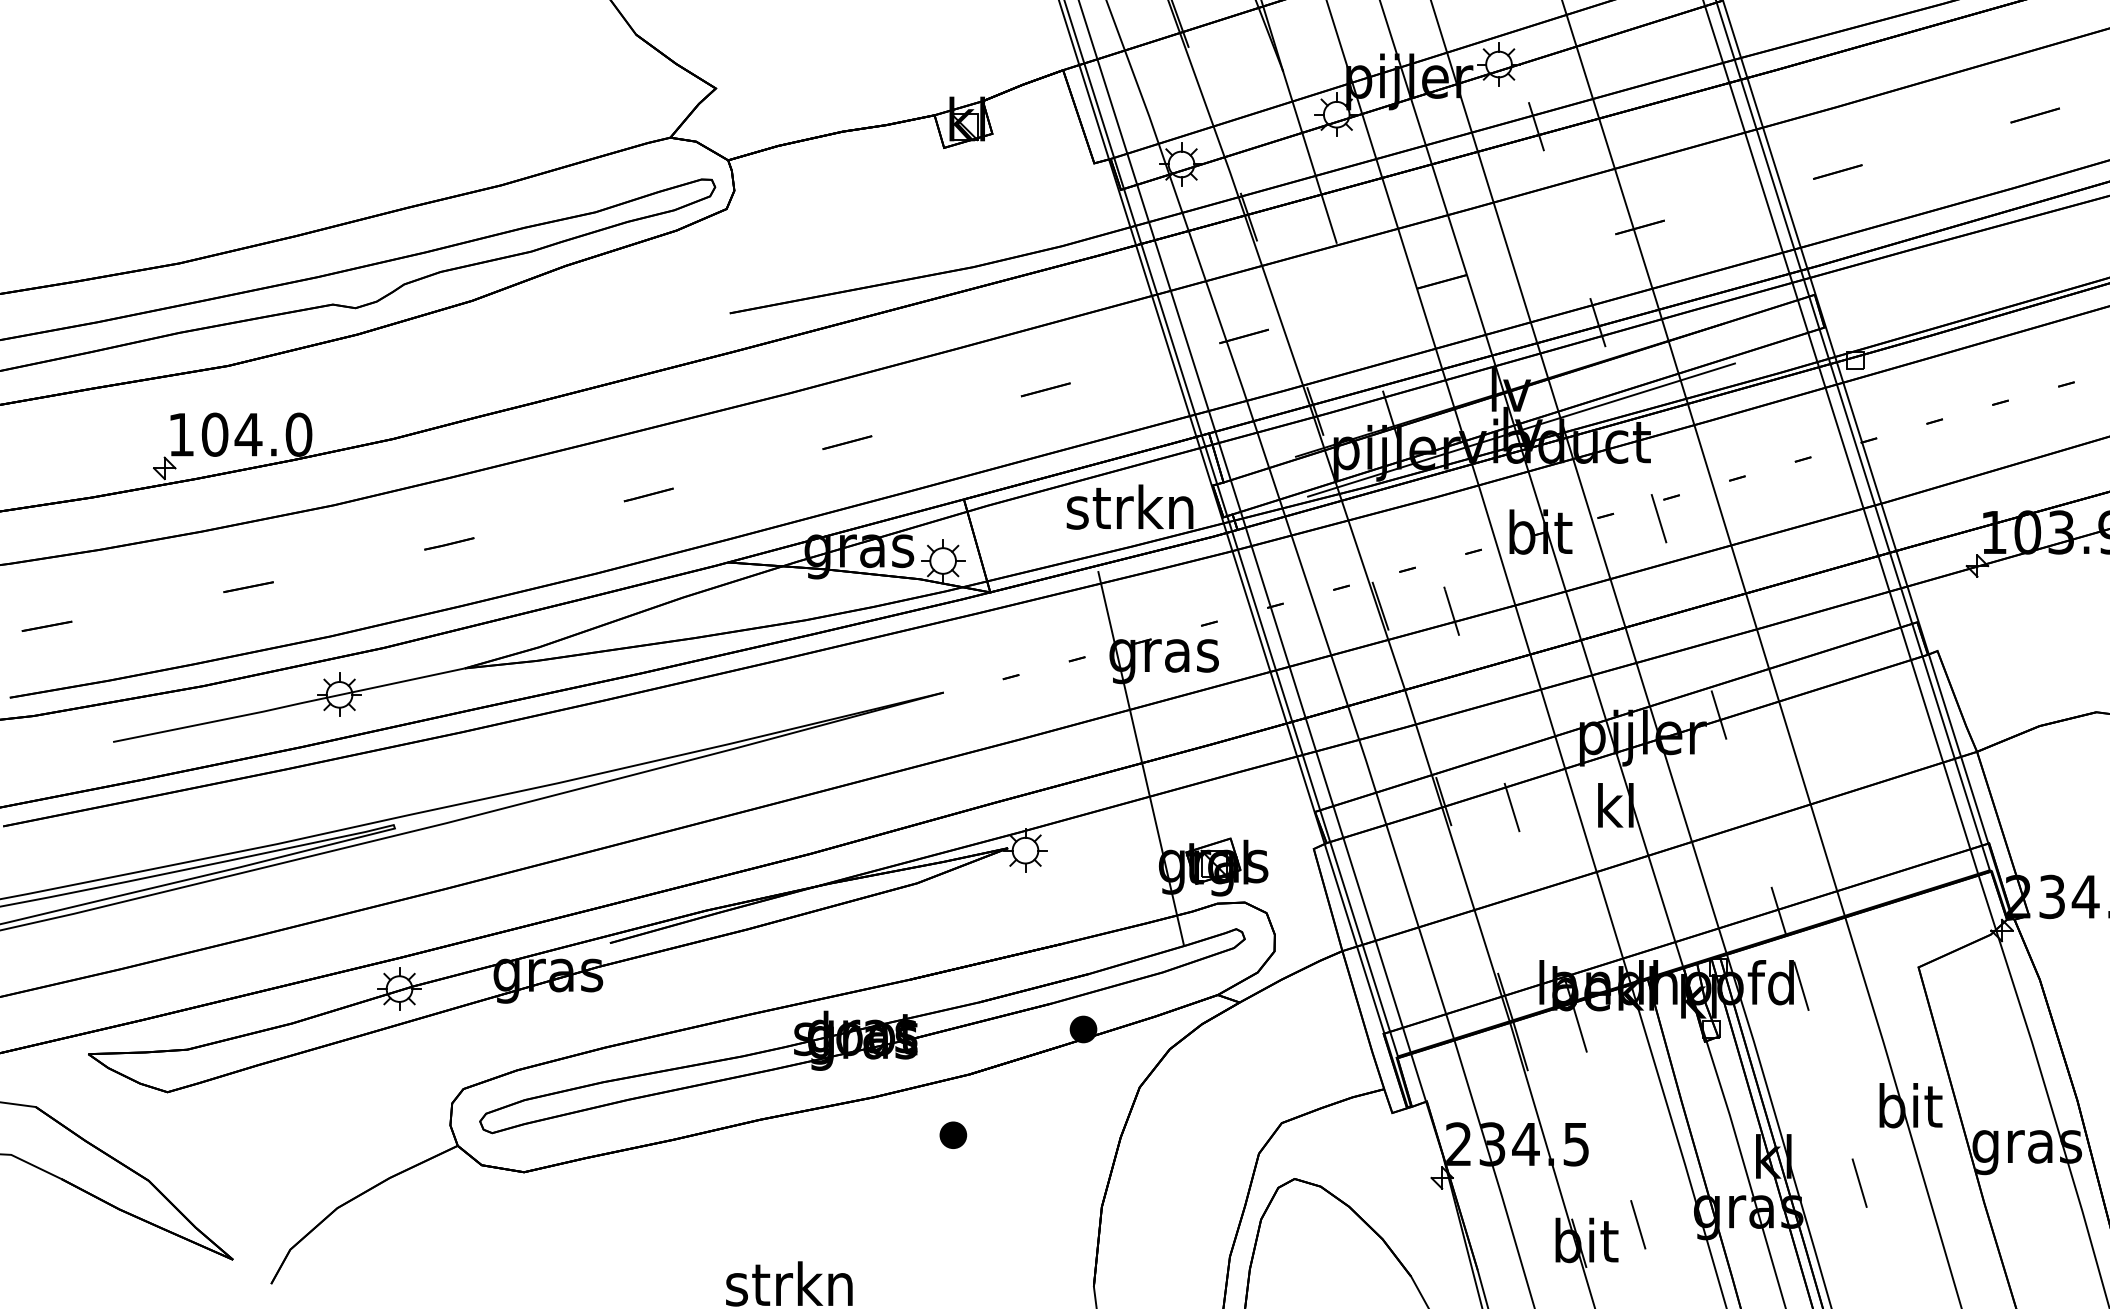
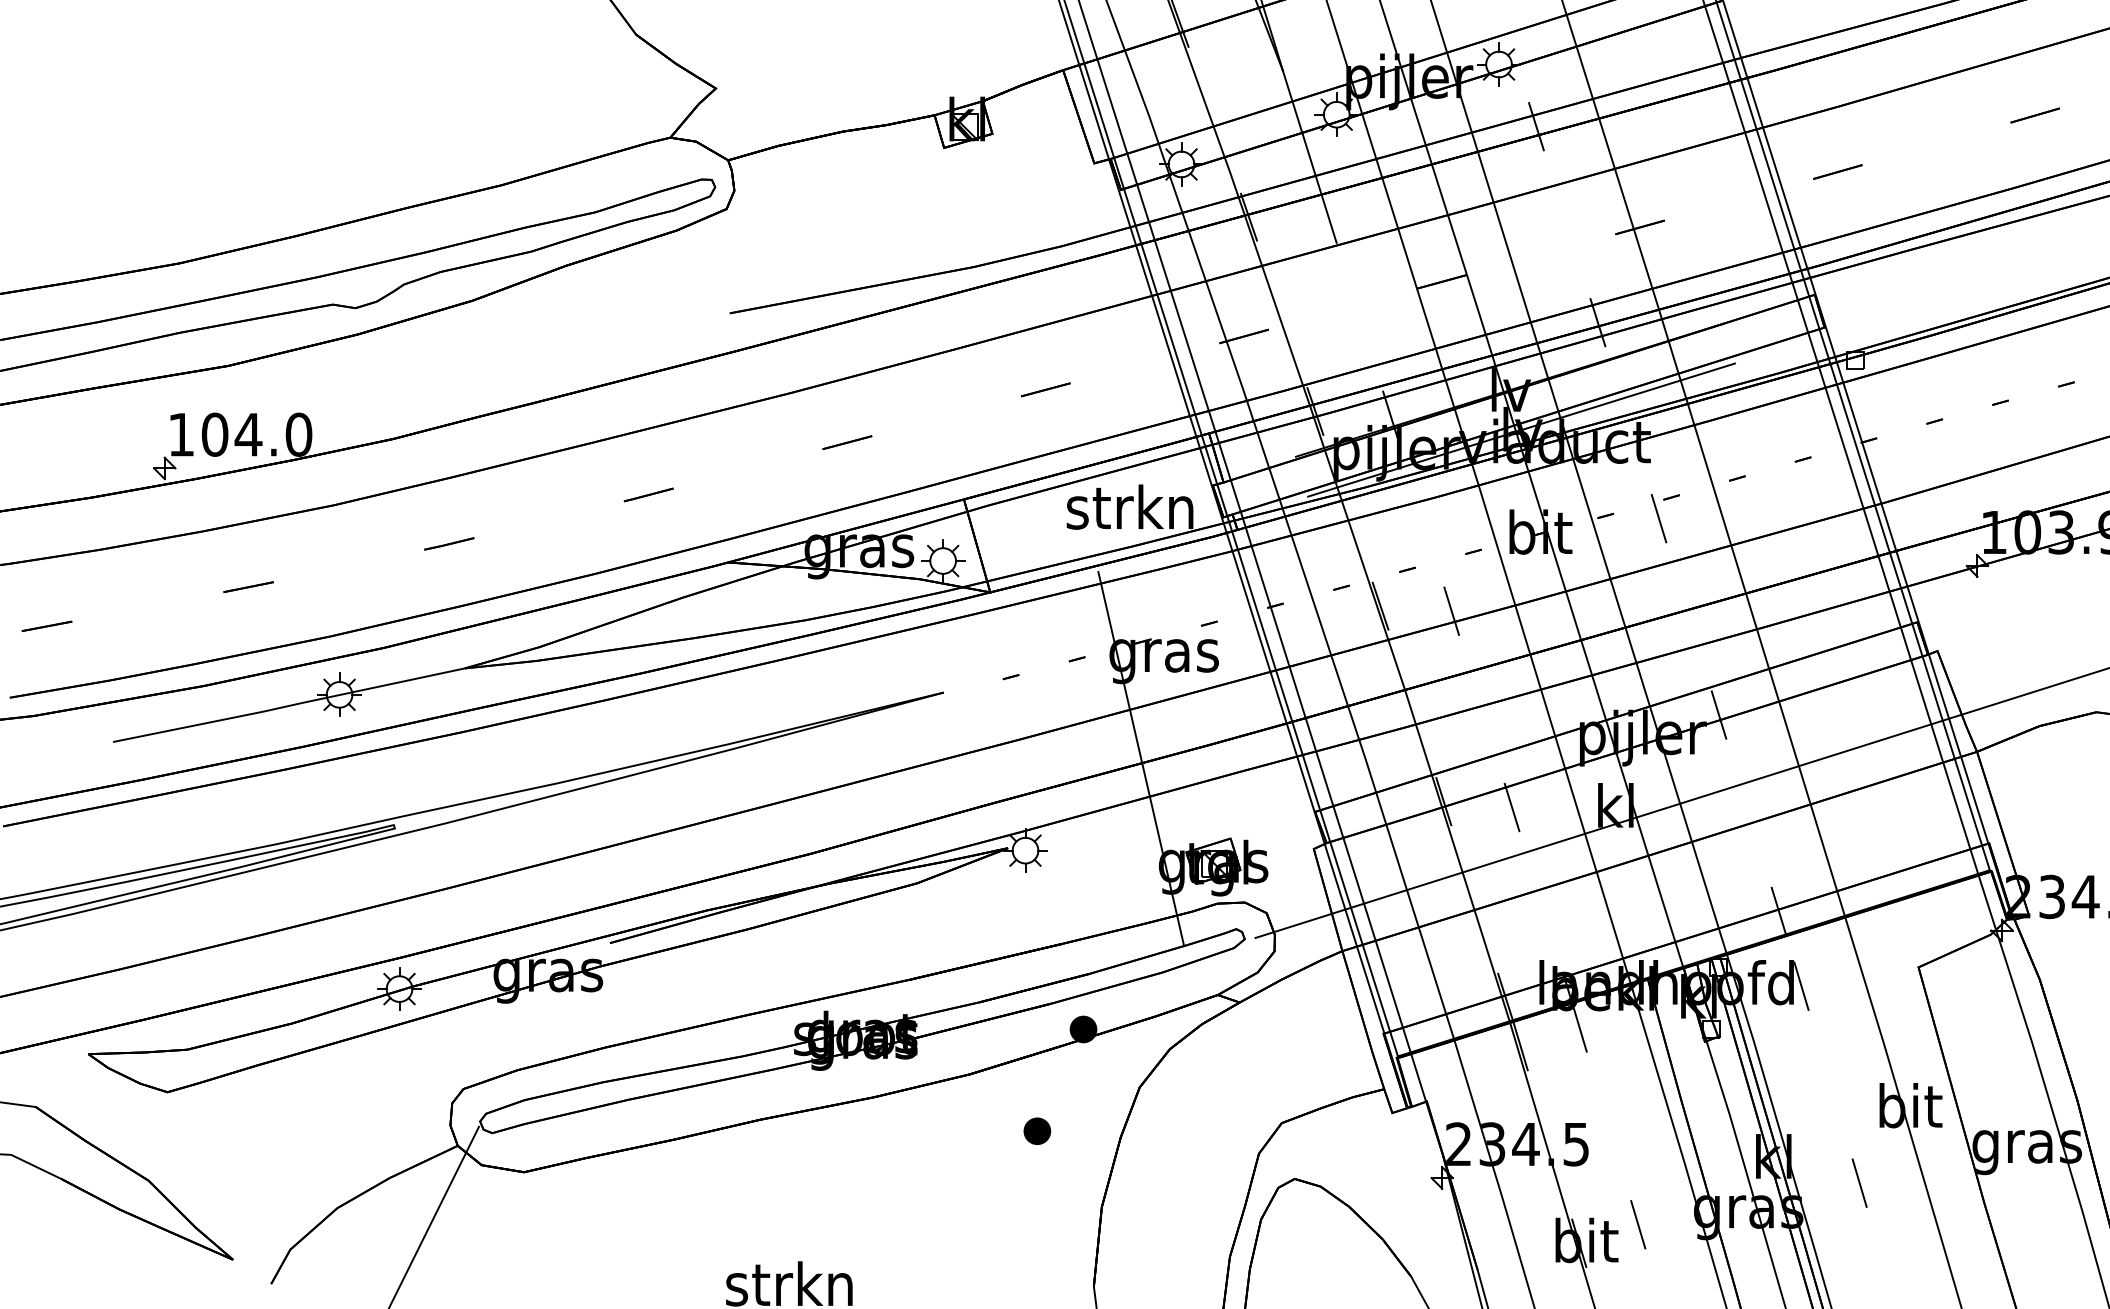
line at (1680, 802): none -> present
part at (953, 1134) position: (953, 1134) -> (1037, 1130)
line at (434, 1215): none -> present
